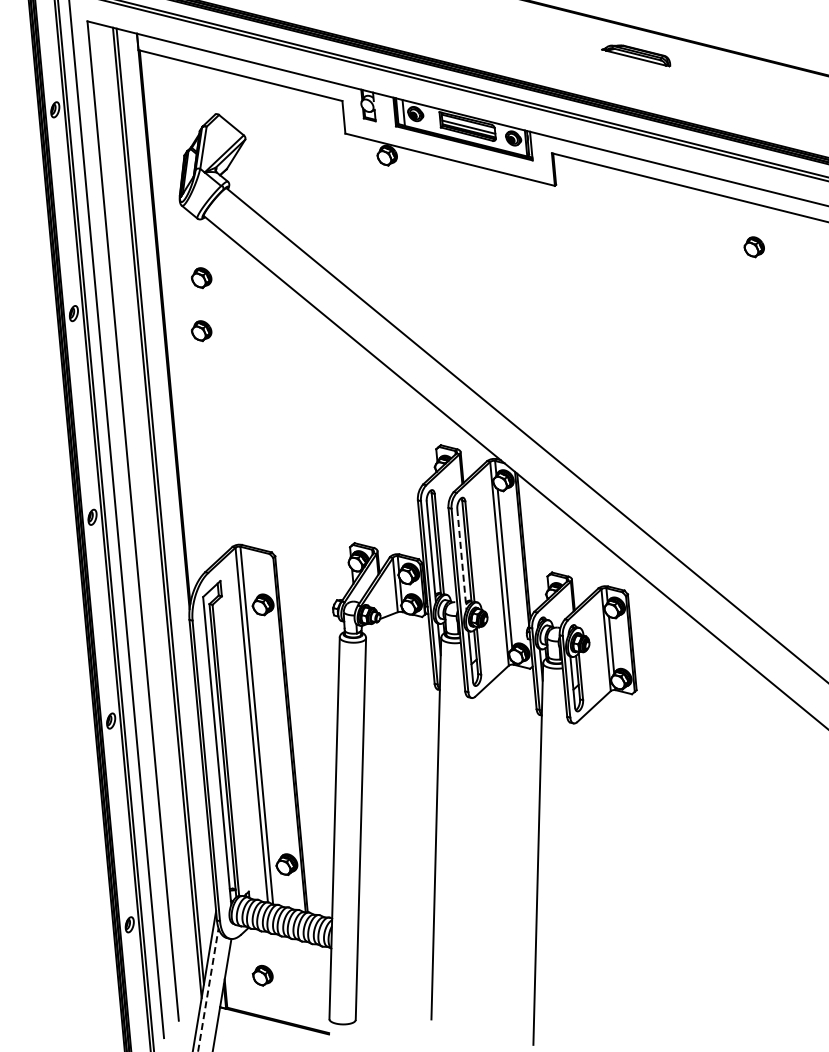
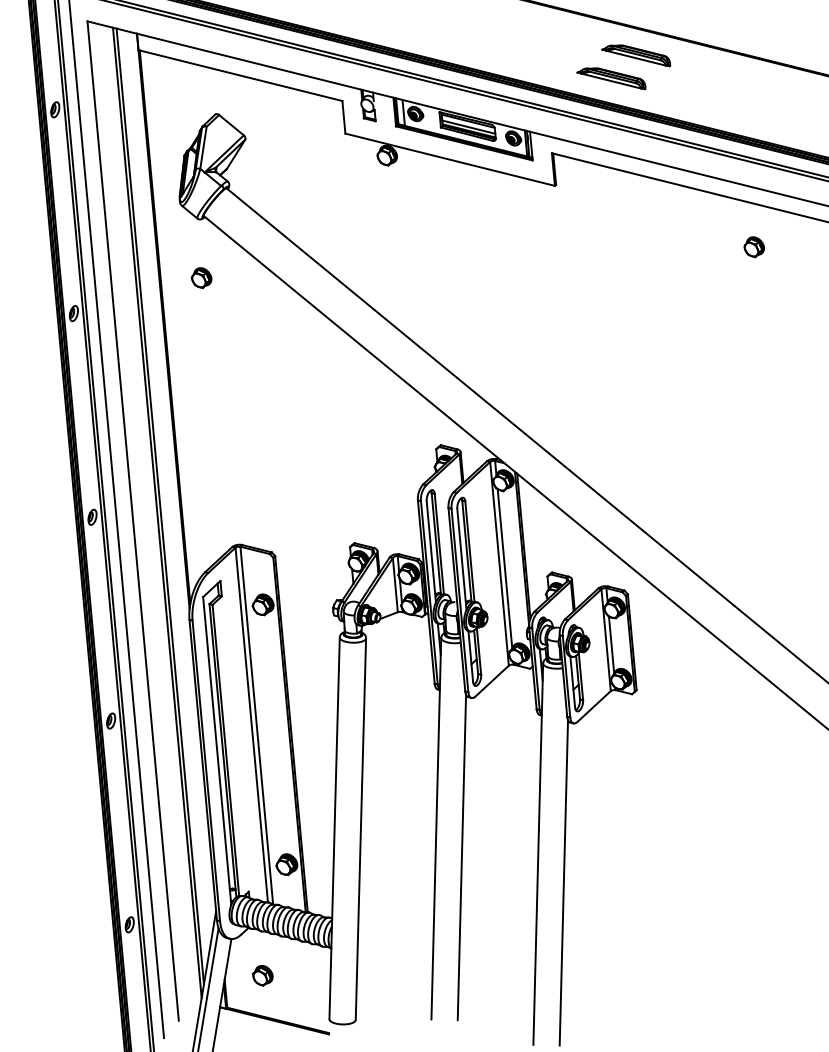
part at (611, 78): none -> present
part at (201, 331): present -> none
line at (461, 559): dashed -> solid
line at (461, 857): none -> present
line at (563, 882): none -> present
line at (208, 989): dashed -> solid
